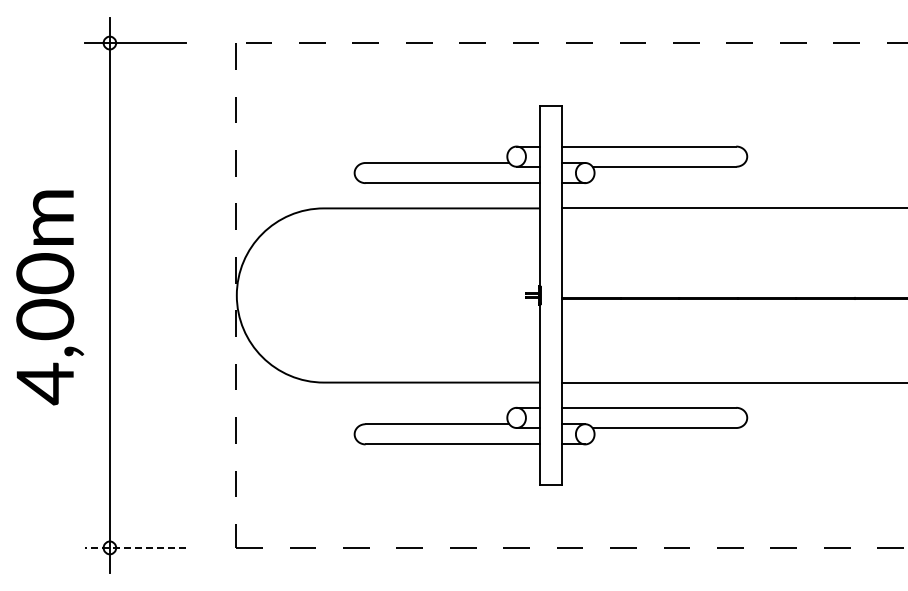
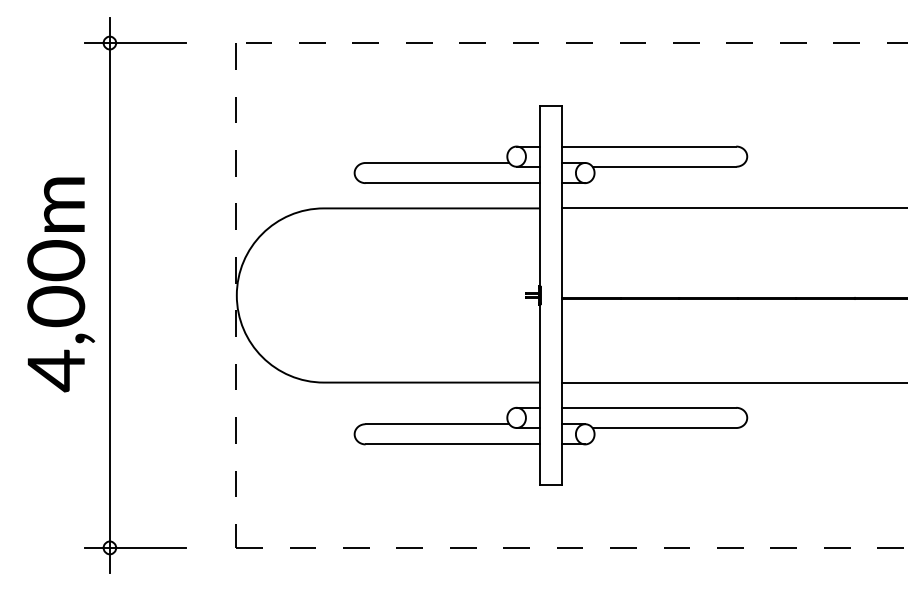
text at (50, 297) position: (50, 297) -> (61, 284)
line at (134, 547): dashed -> solid
